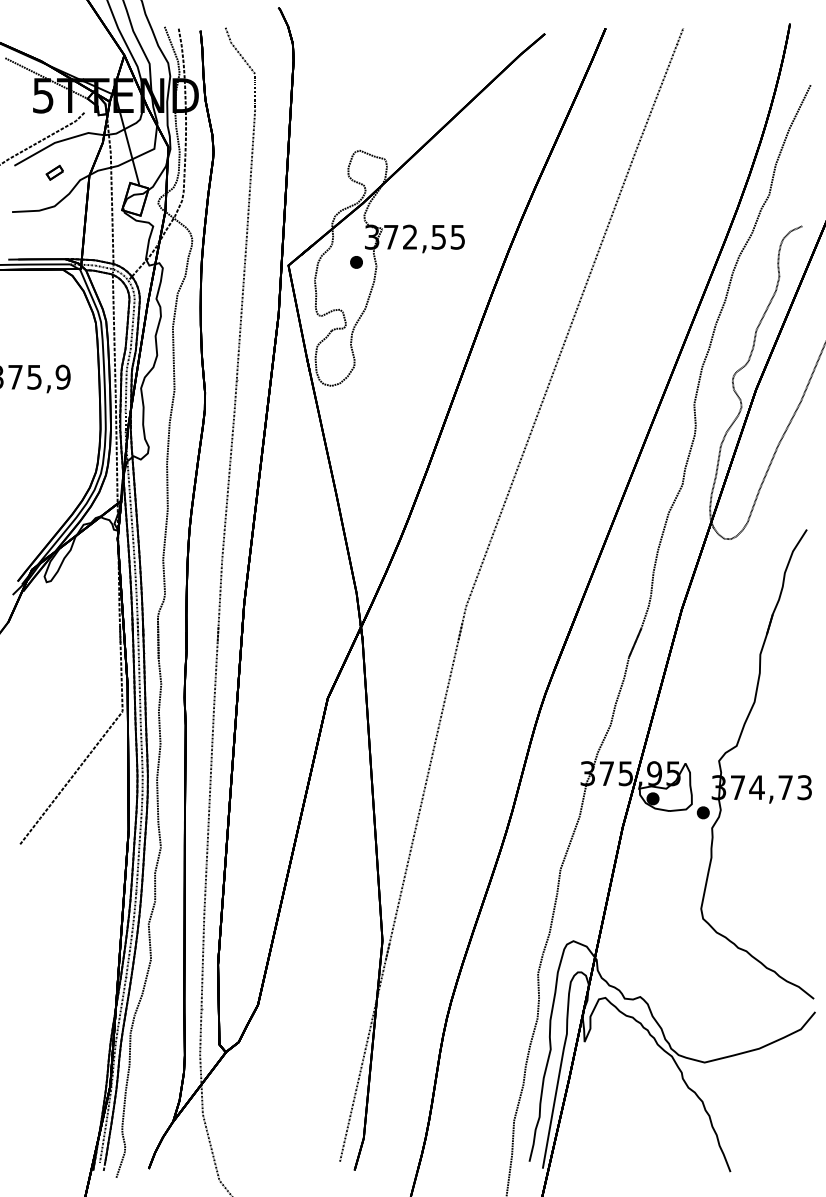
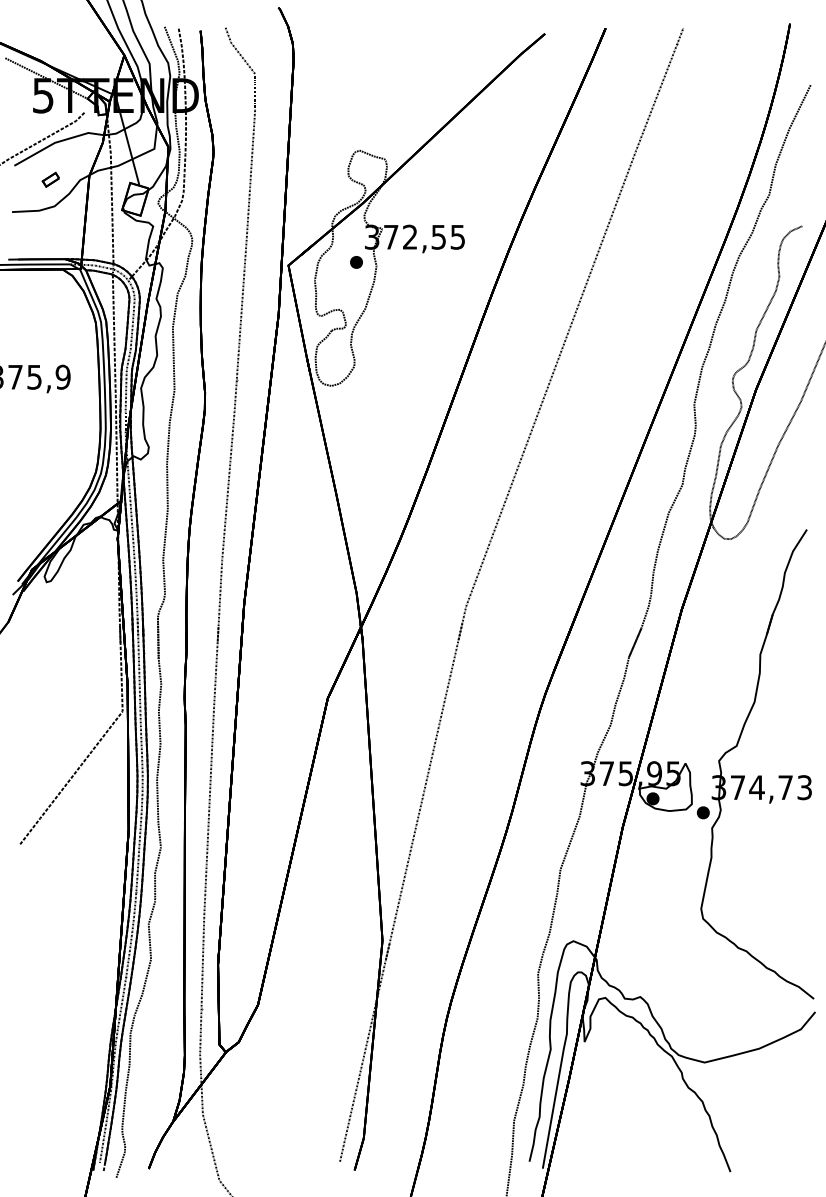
part at (54, 172) position: (54, 172) -> (50, 179)
